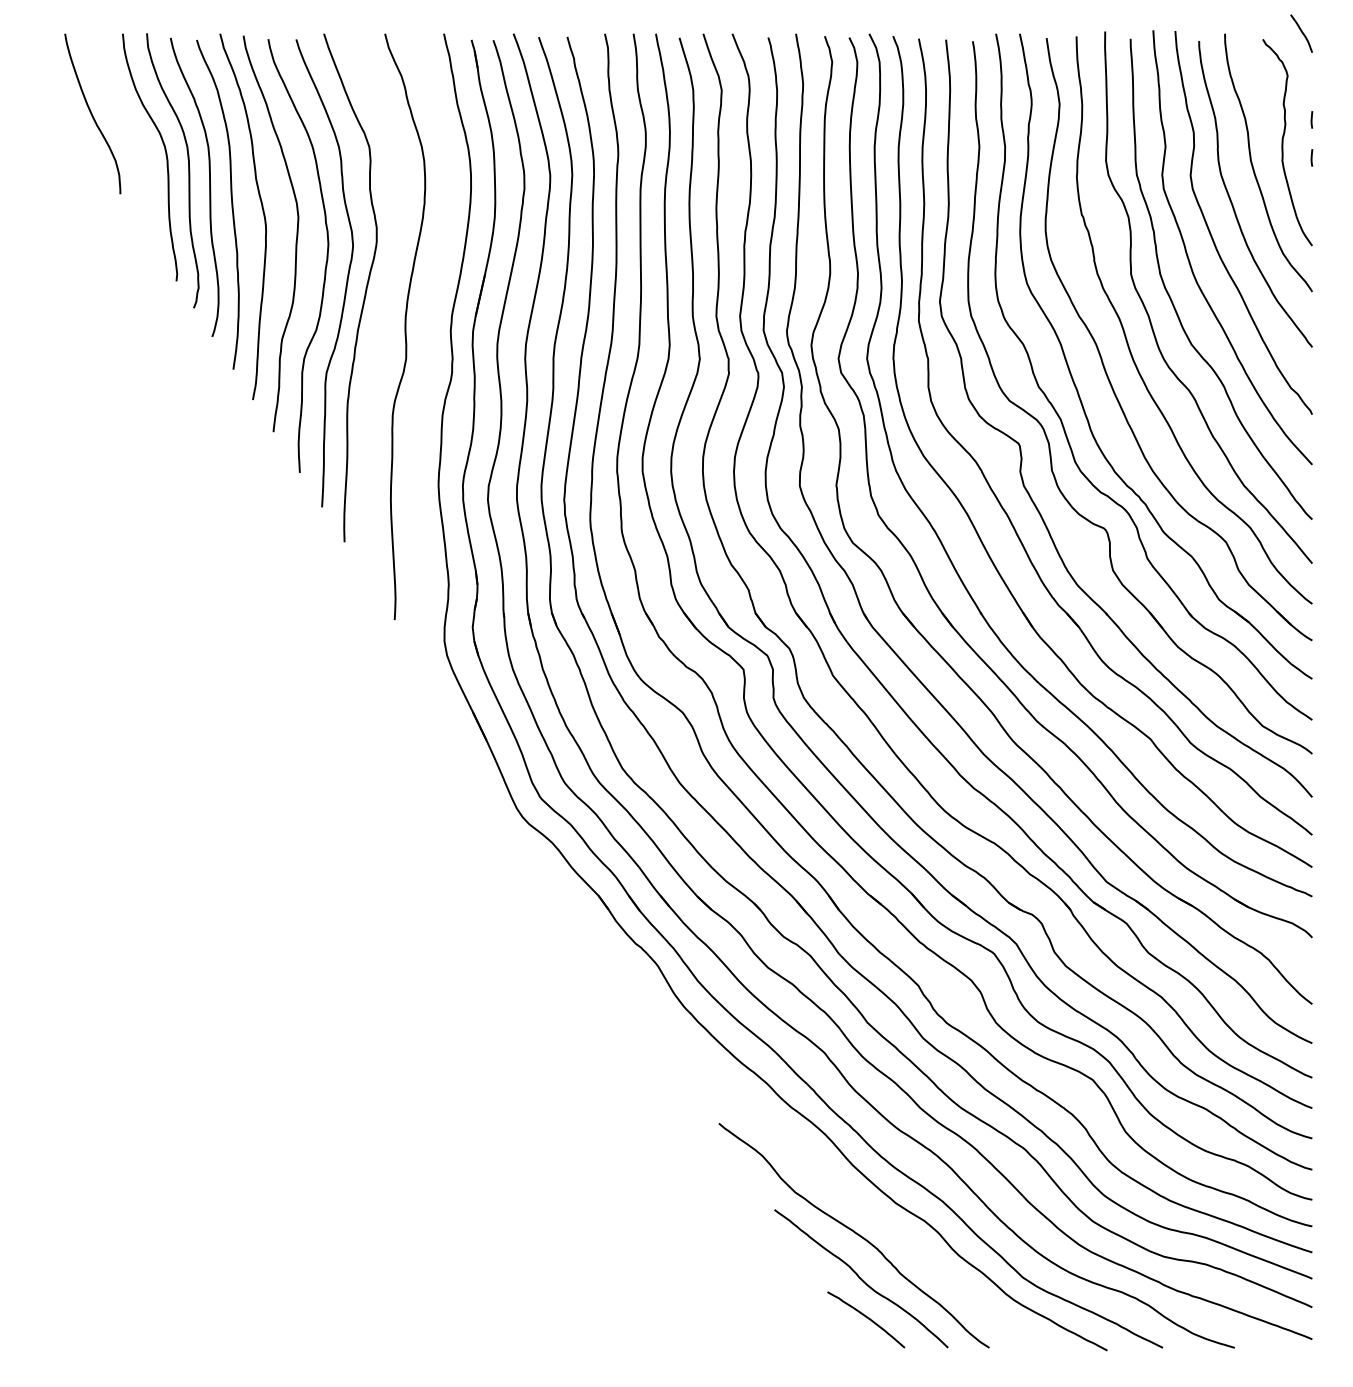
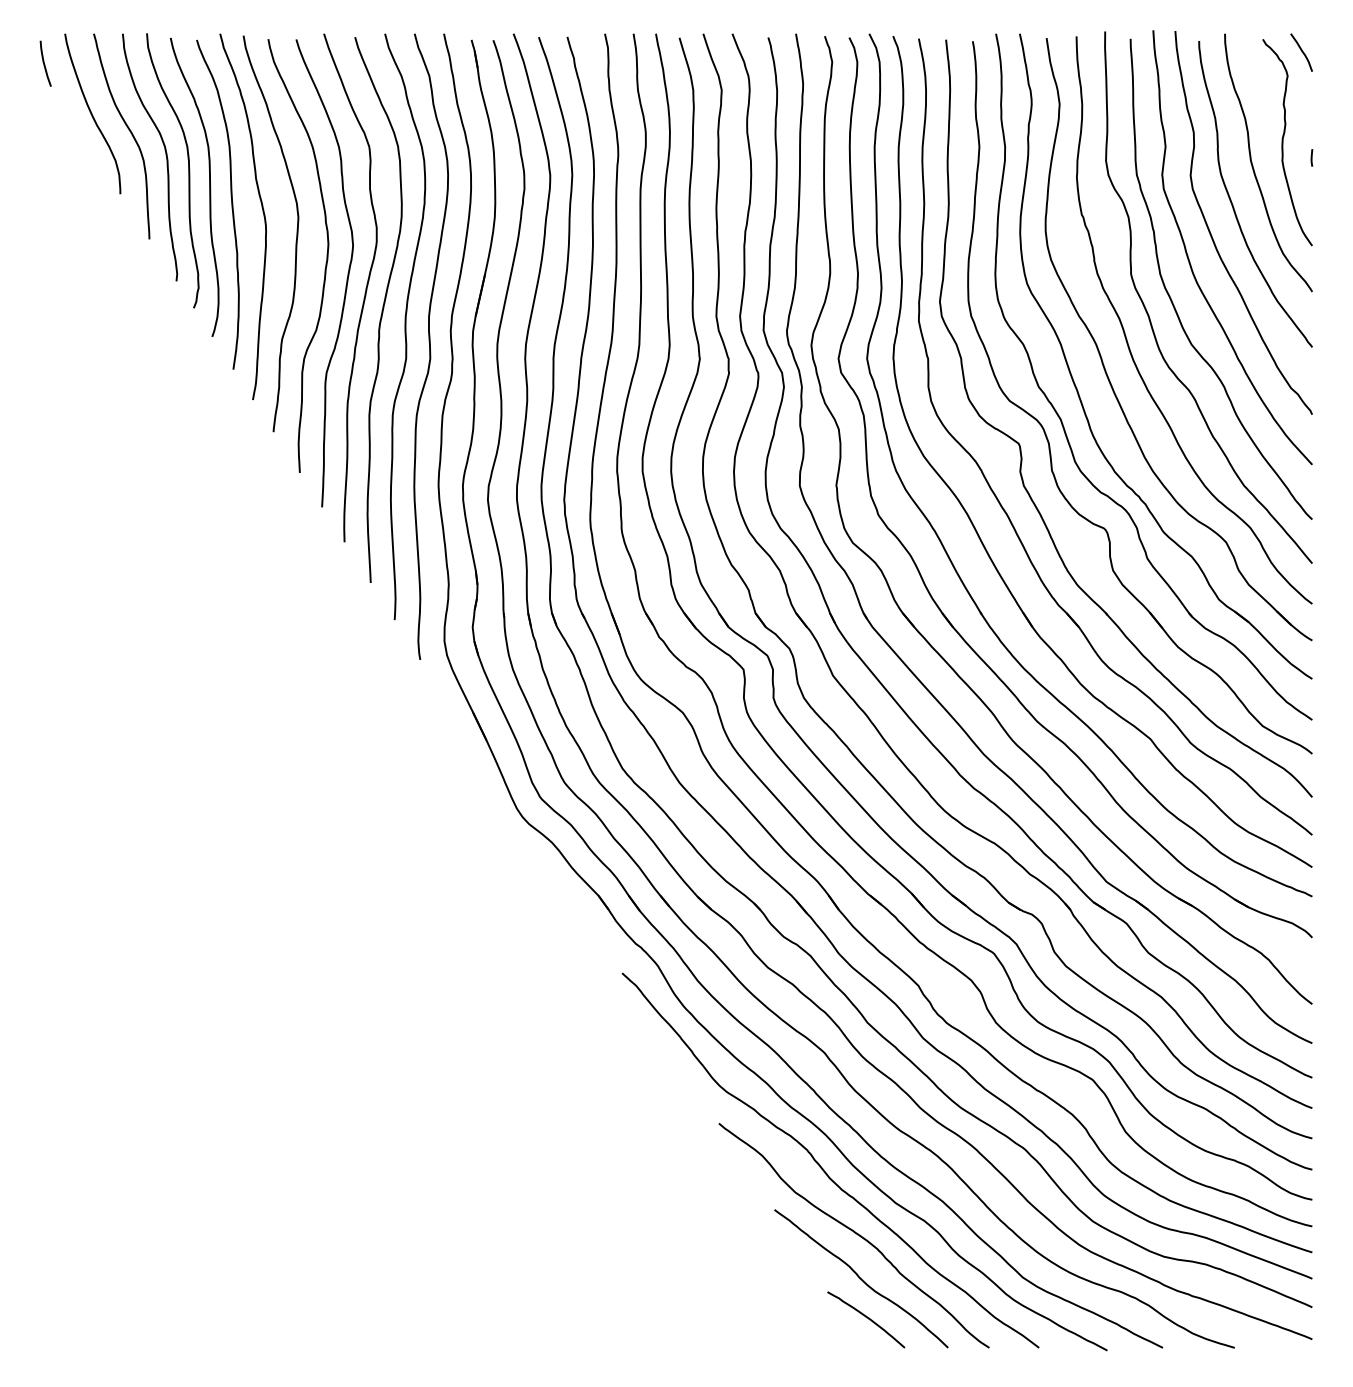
curve at (1301, 32) position: (1301, 32) -> (1301, 51)
curve at (44, 63): none -> present
line at (1311, 119): present -> none
curve at (128, 130): none -> present
curve at (381, 310): none -> present
curve at (430, 346): none -> present
curve at (822, 1167): none -> present
